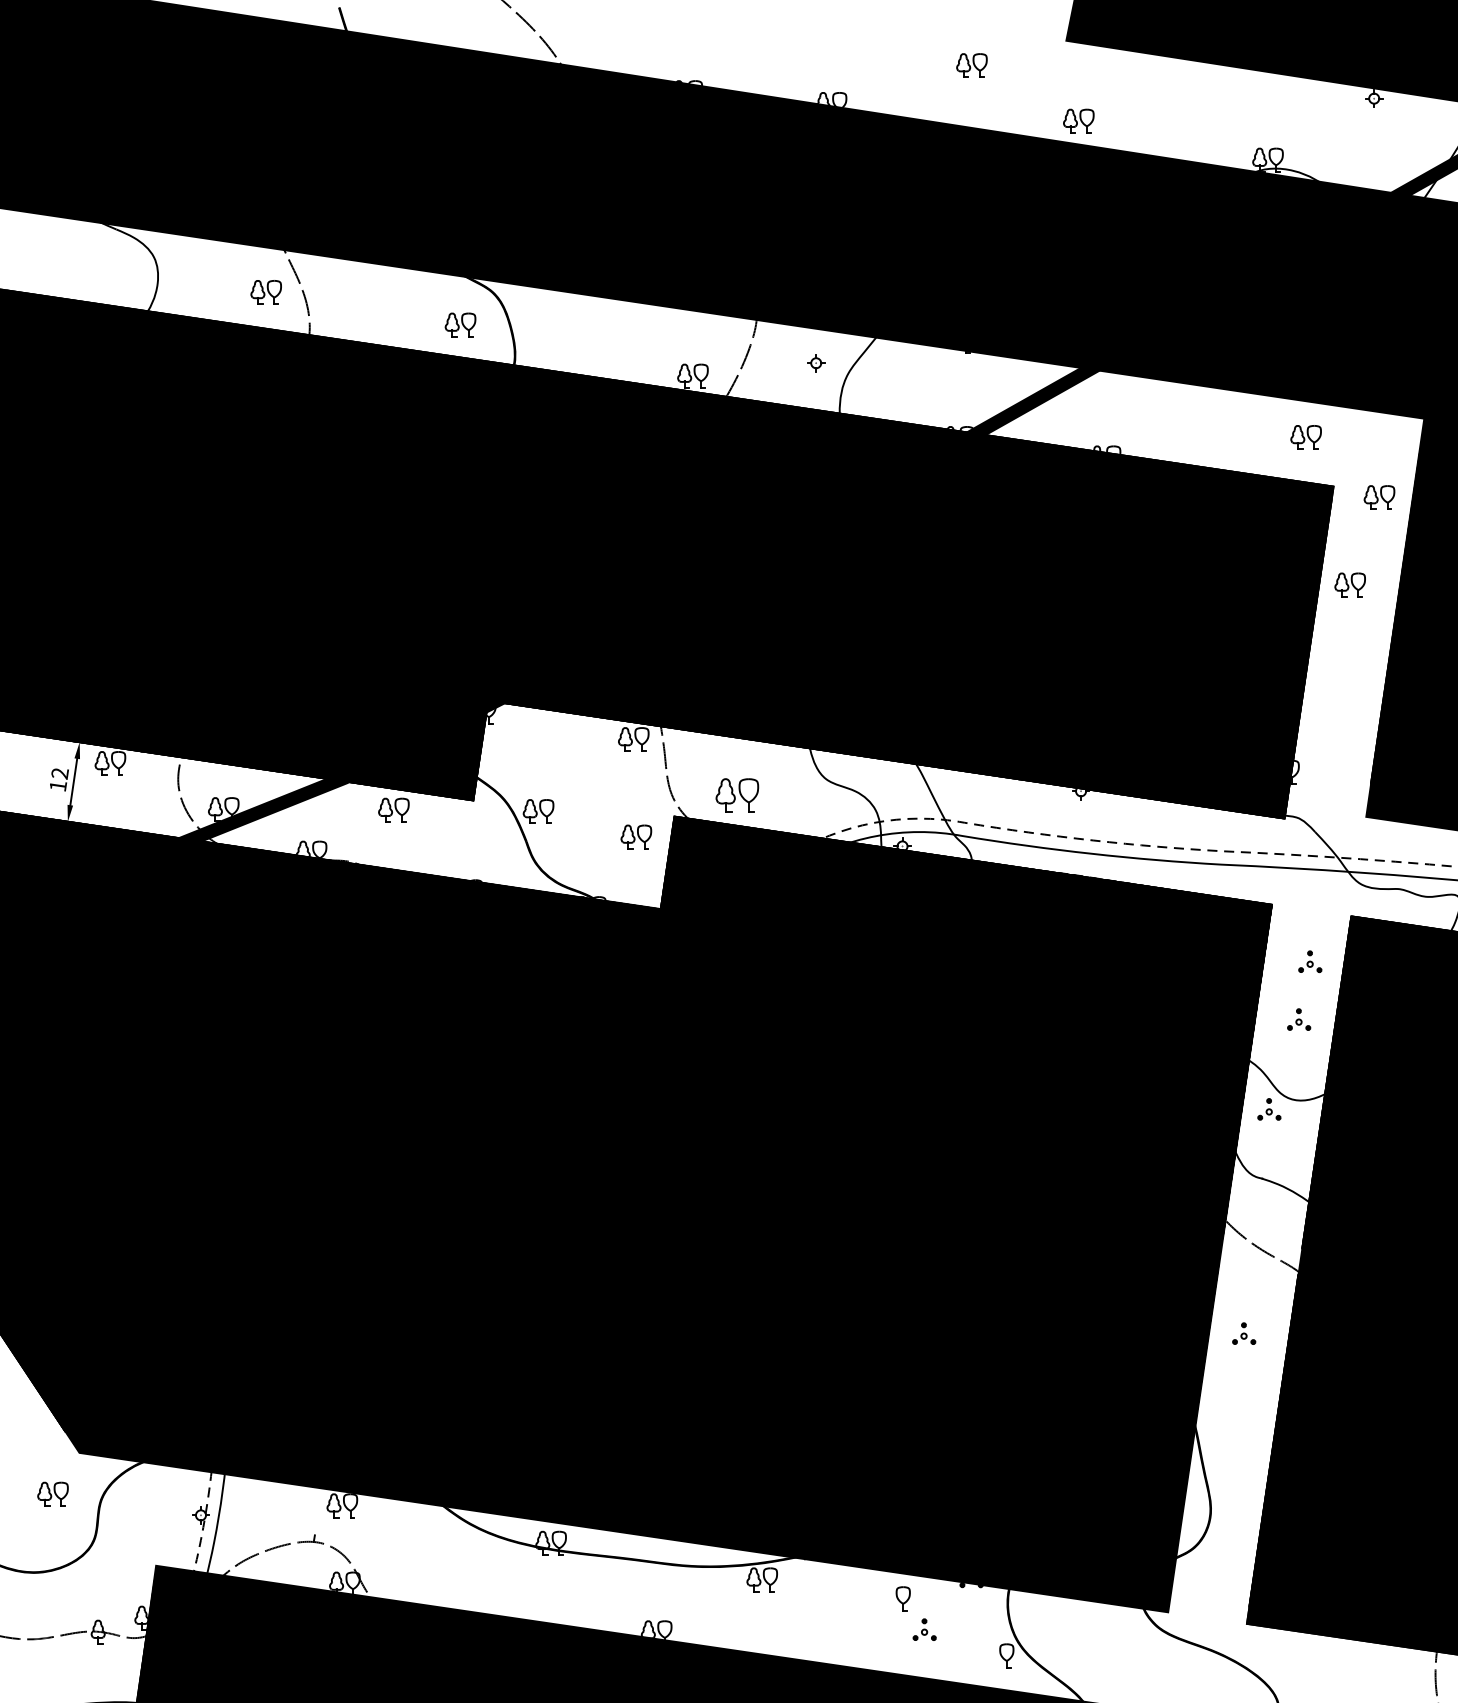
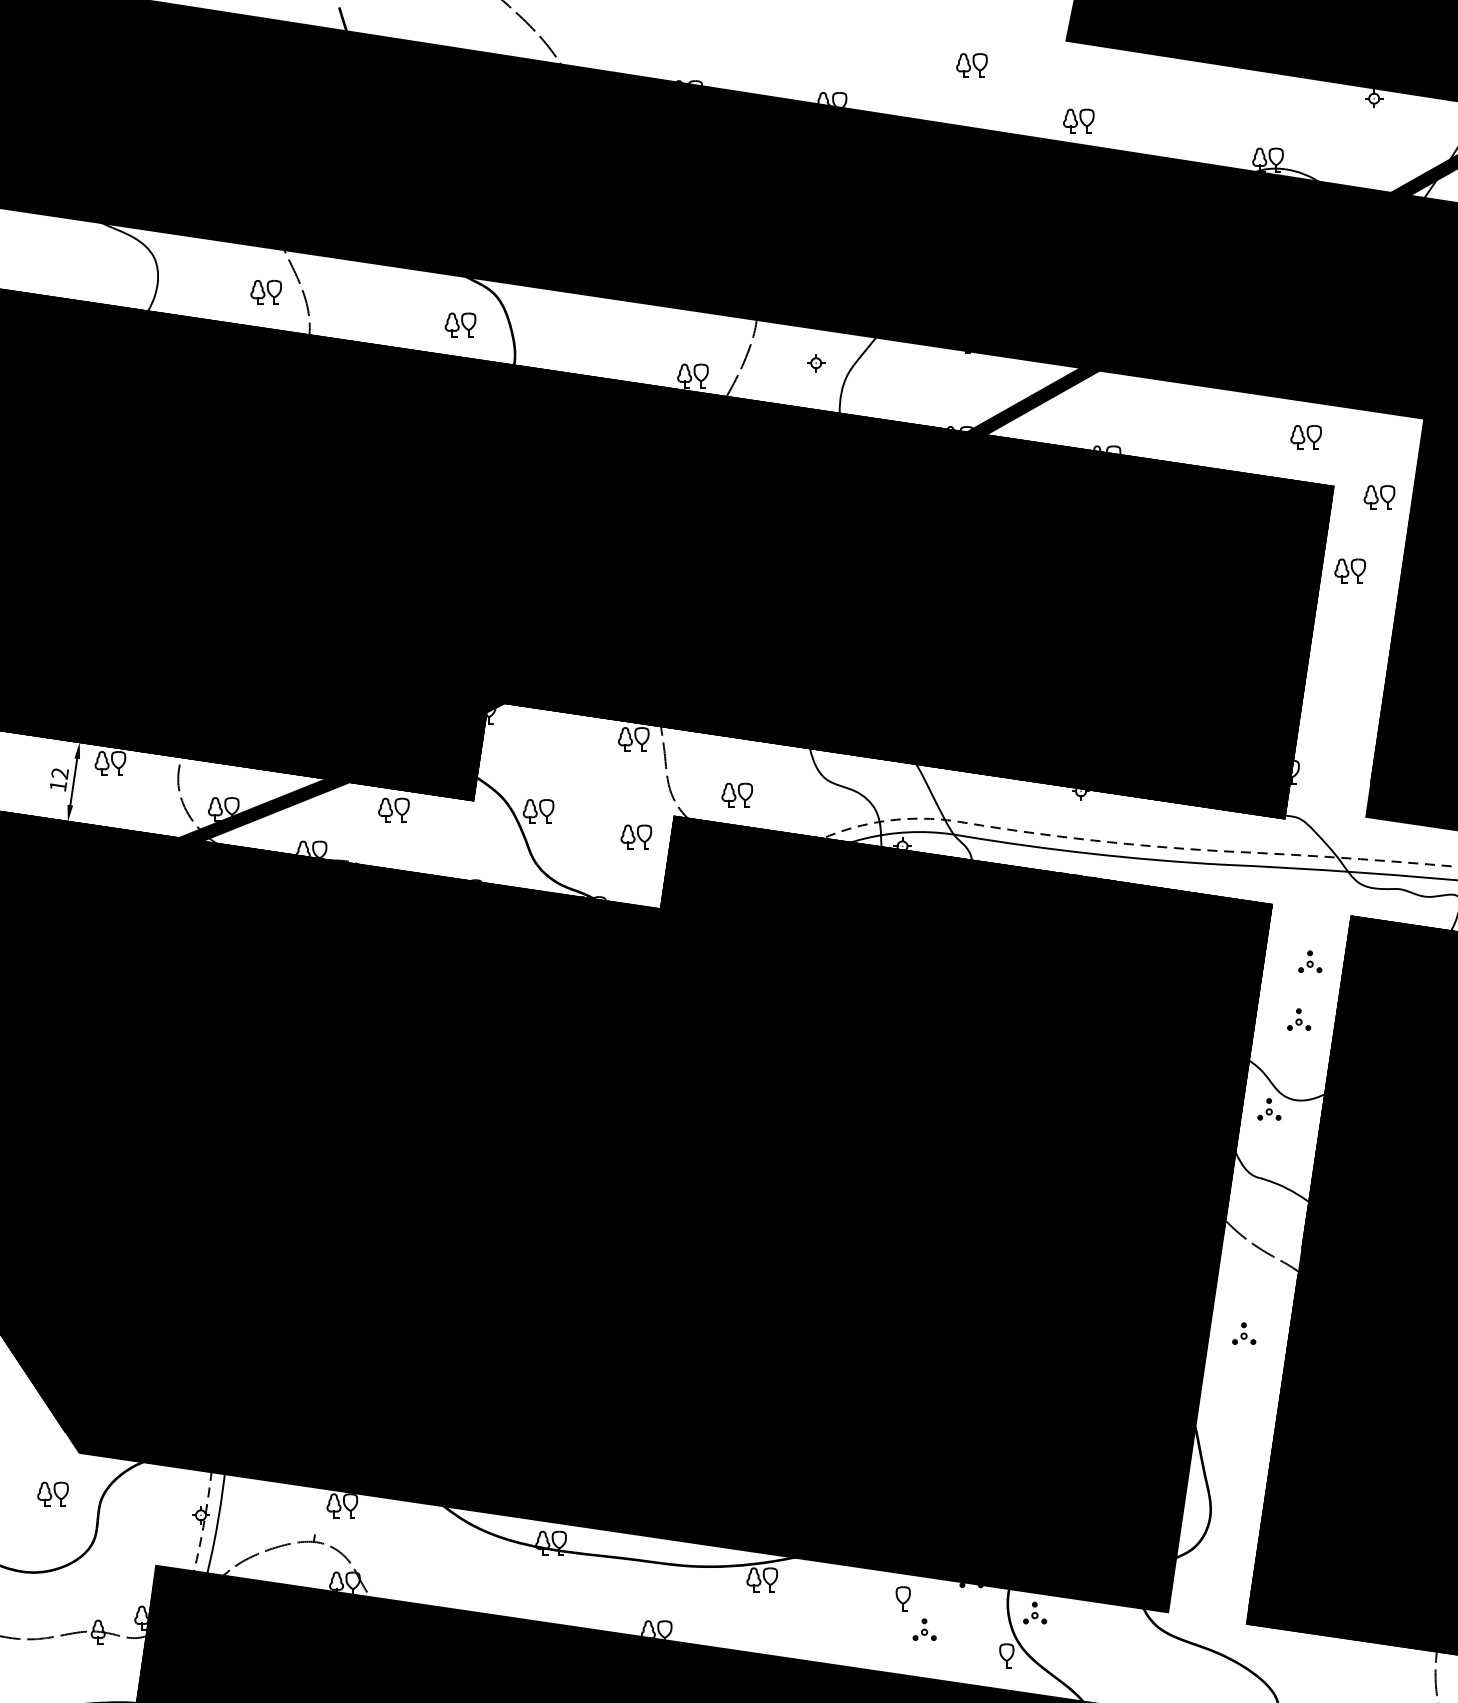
part at (1349, 584) position: (1349, 584) -> (1349, 570)
part at (737, 795) size: 45x35 px -> 32x26 px
part at (1035, 1612): none -> present
